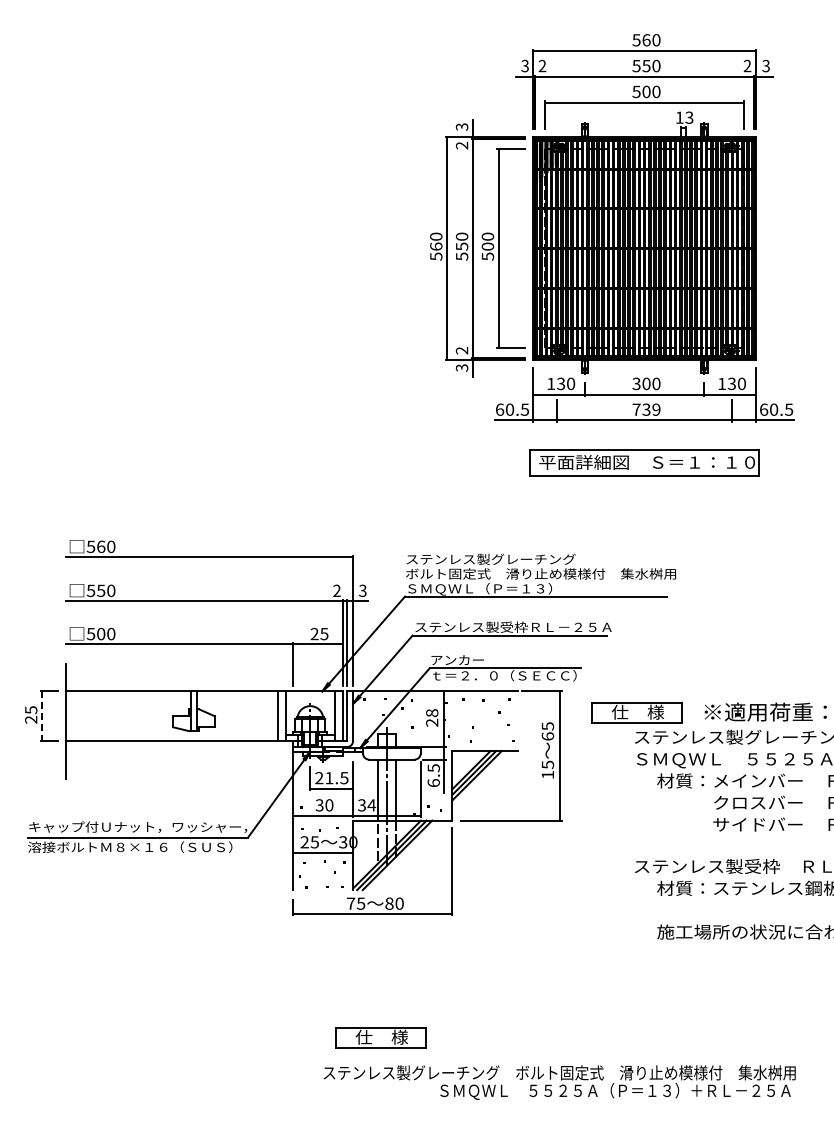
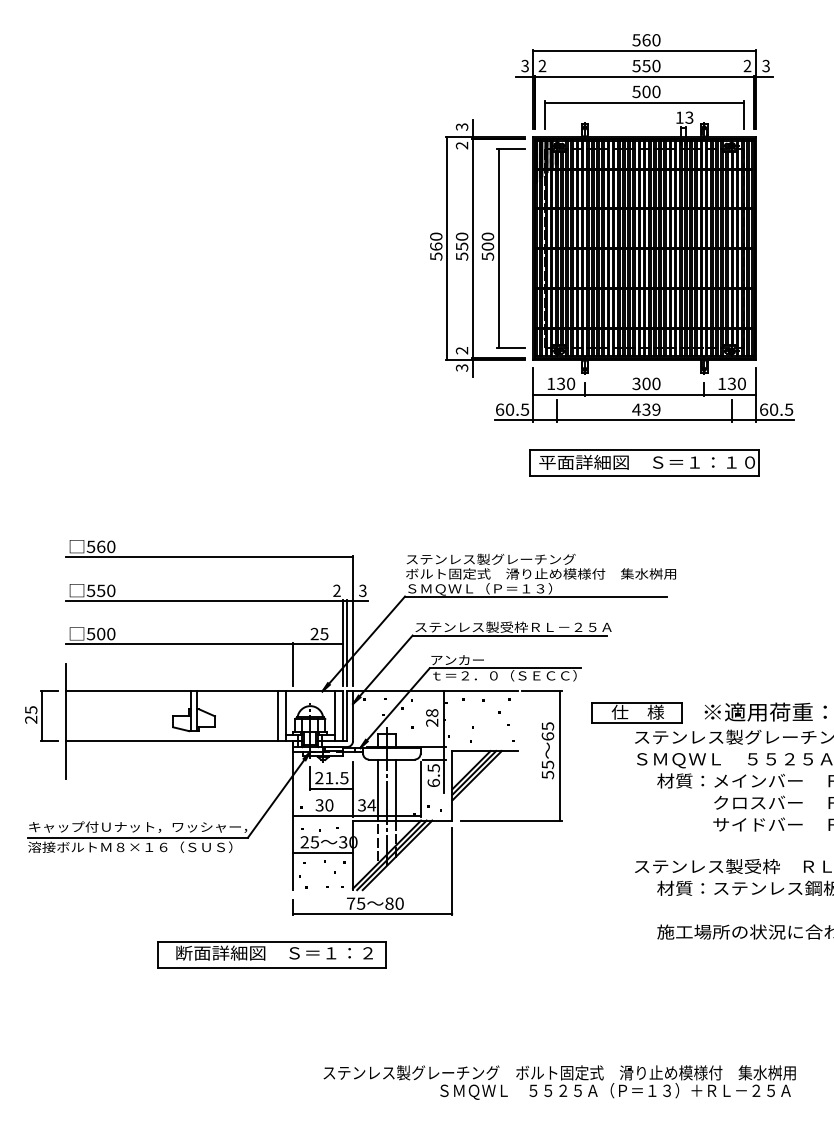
text at (636, 409): 739 -> 439
line at (41, 716): dashed -> solid
text at (547, 775): 15 -> 55
part at (271, 954): none -> present
part at (380, 1037): present -> none
